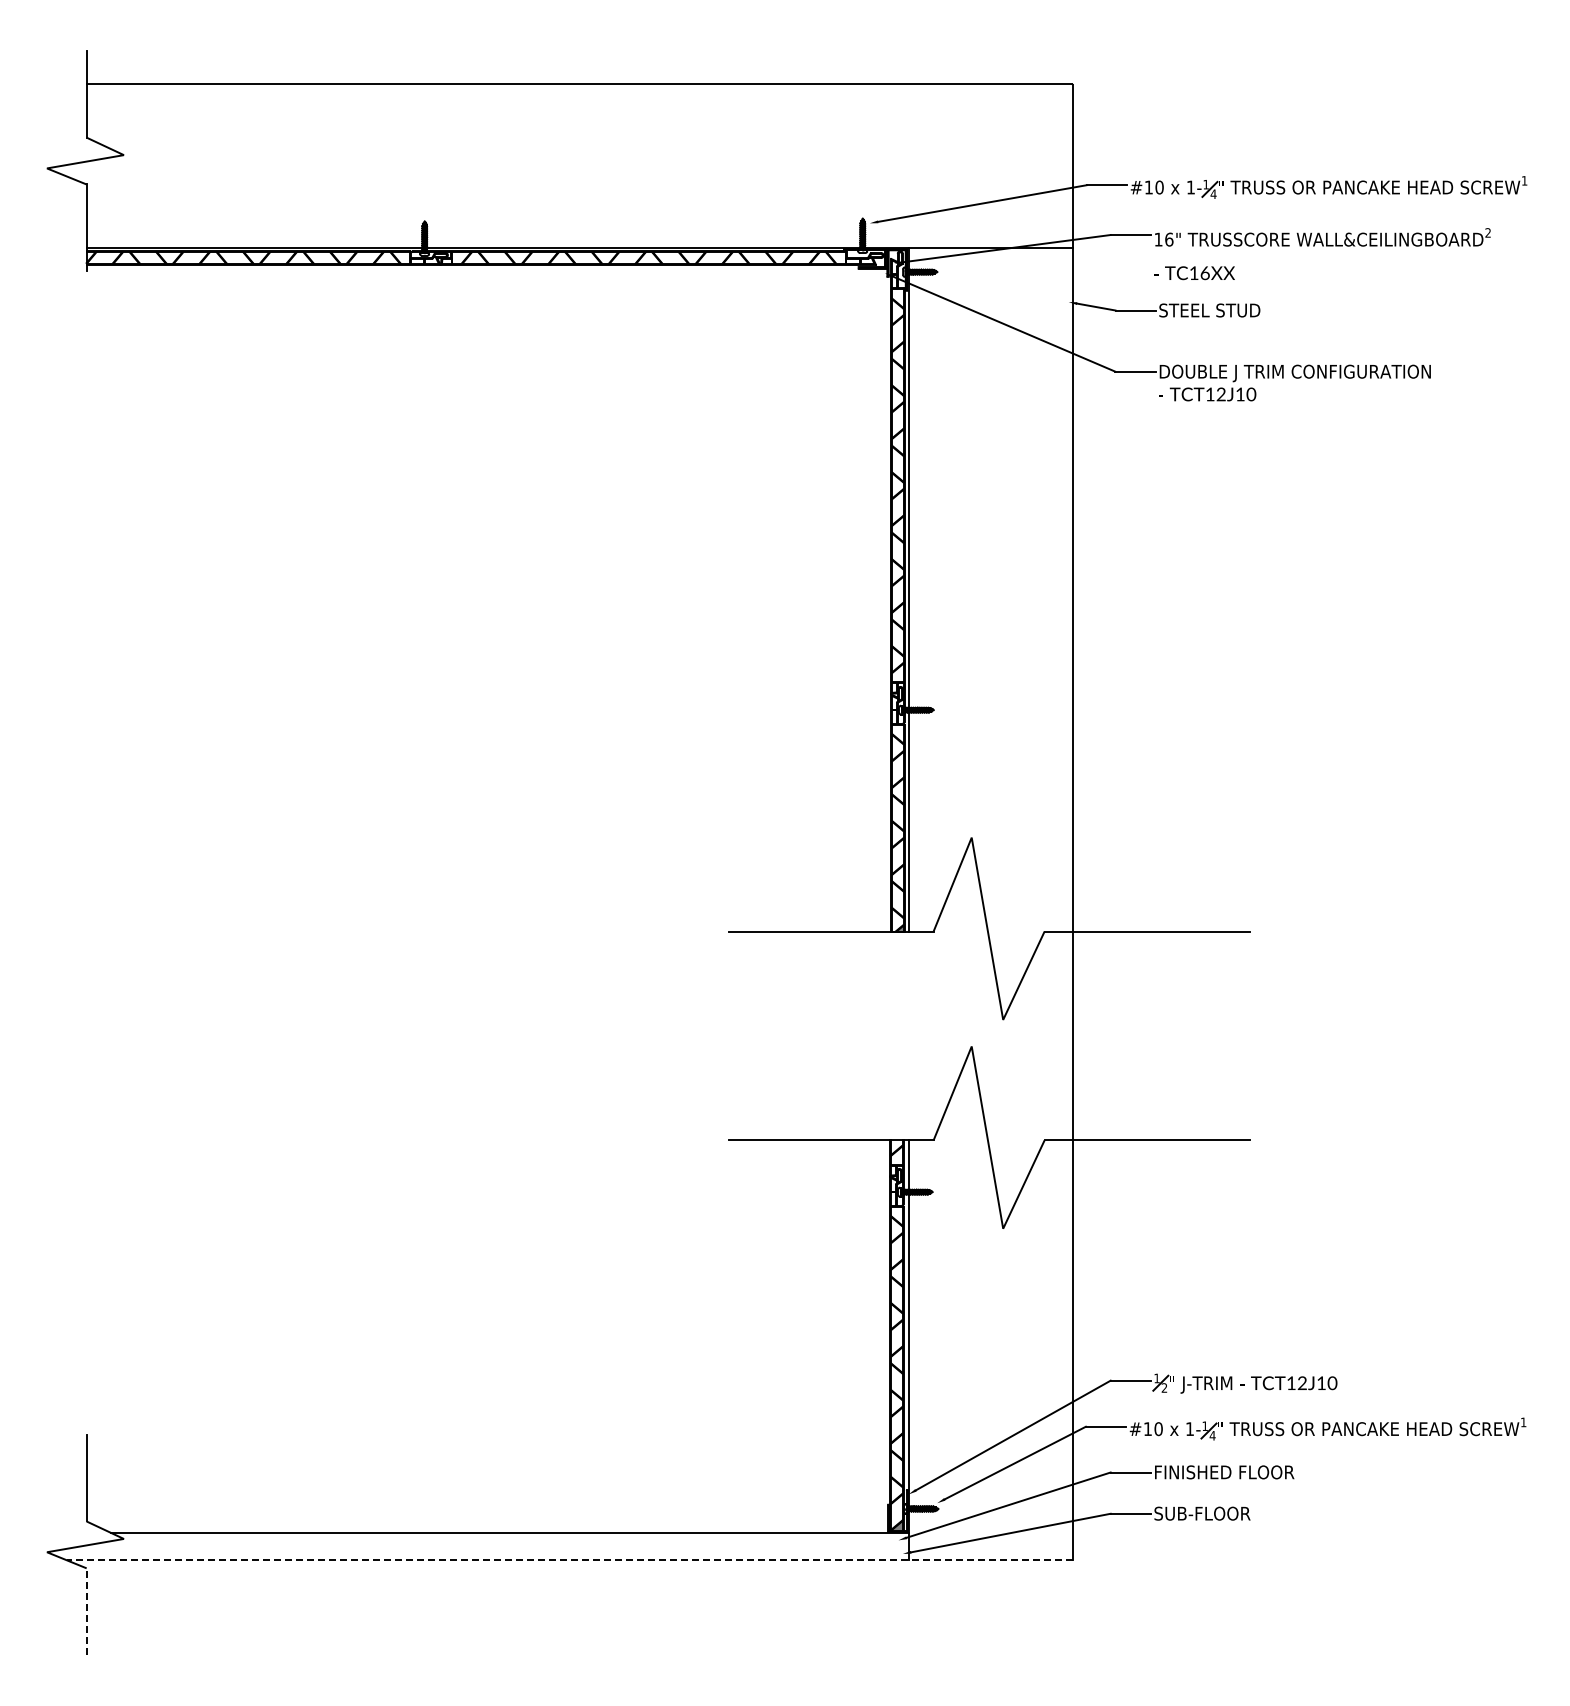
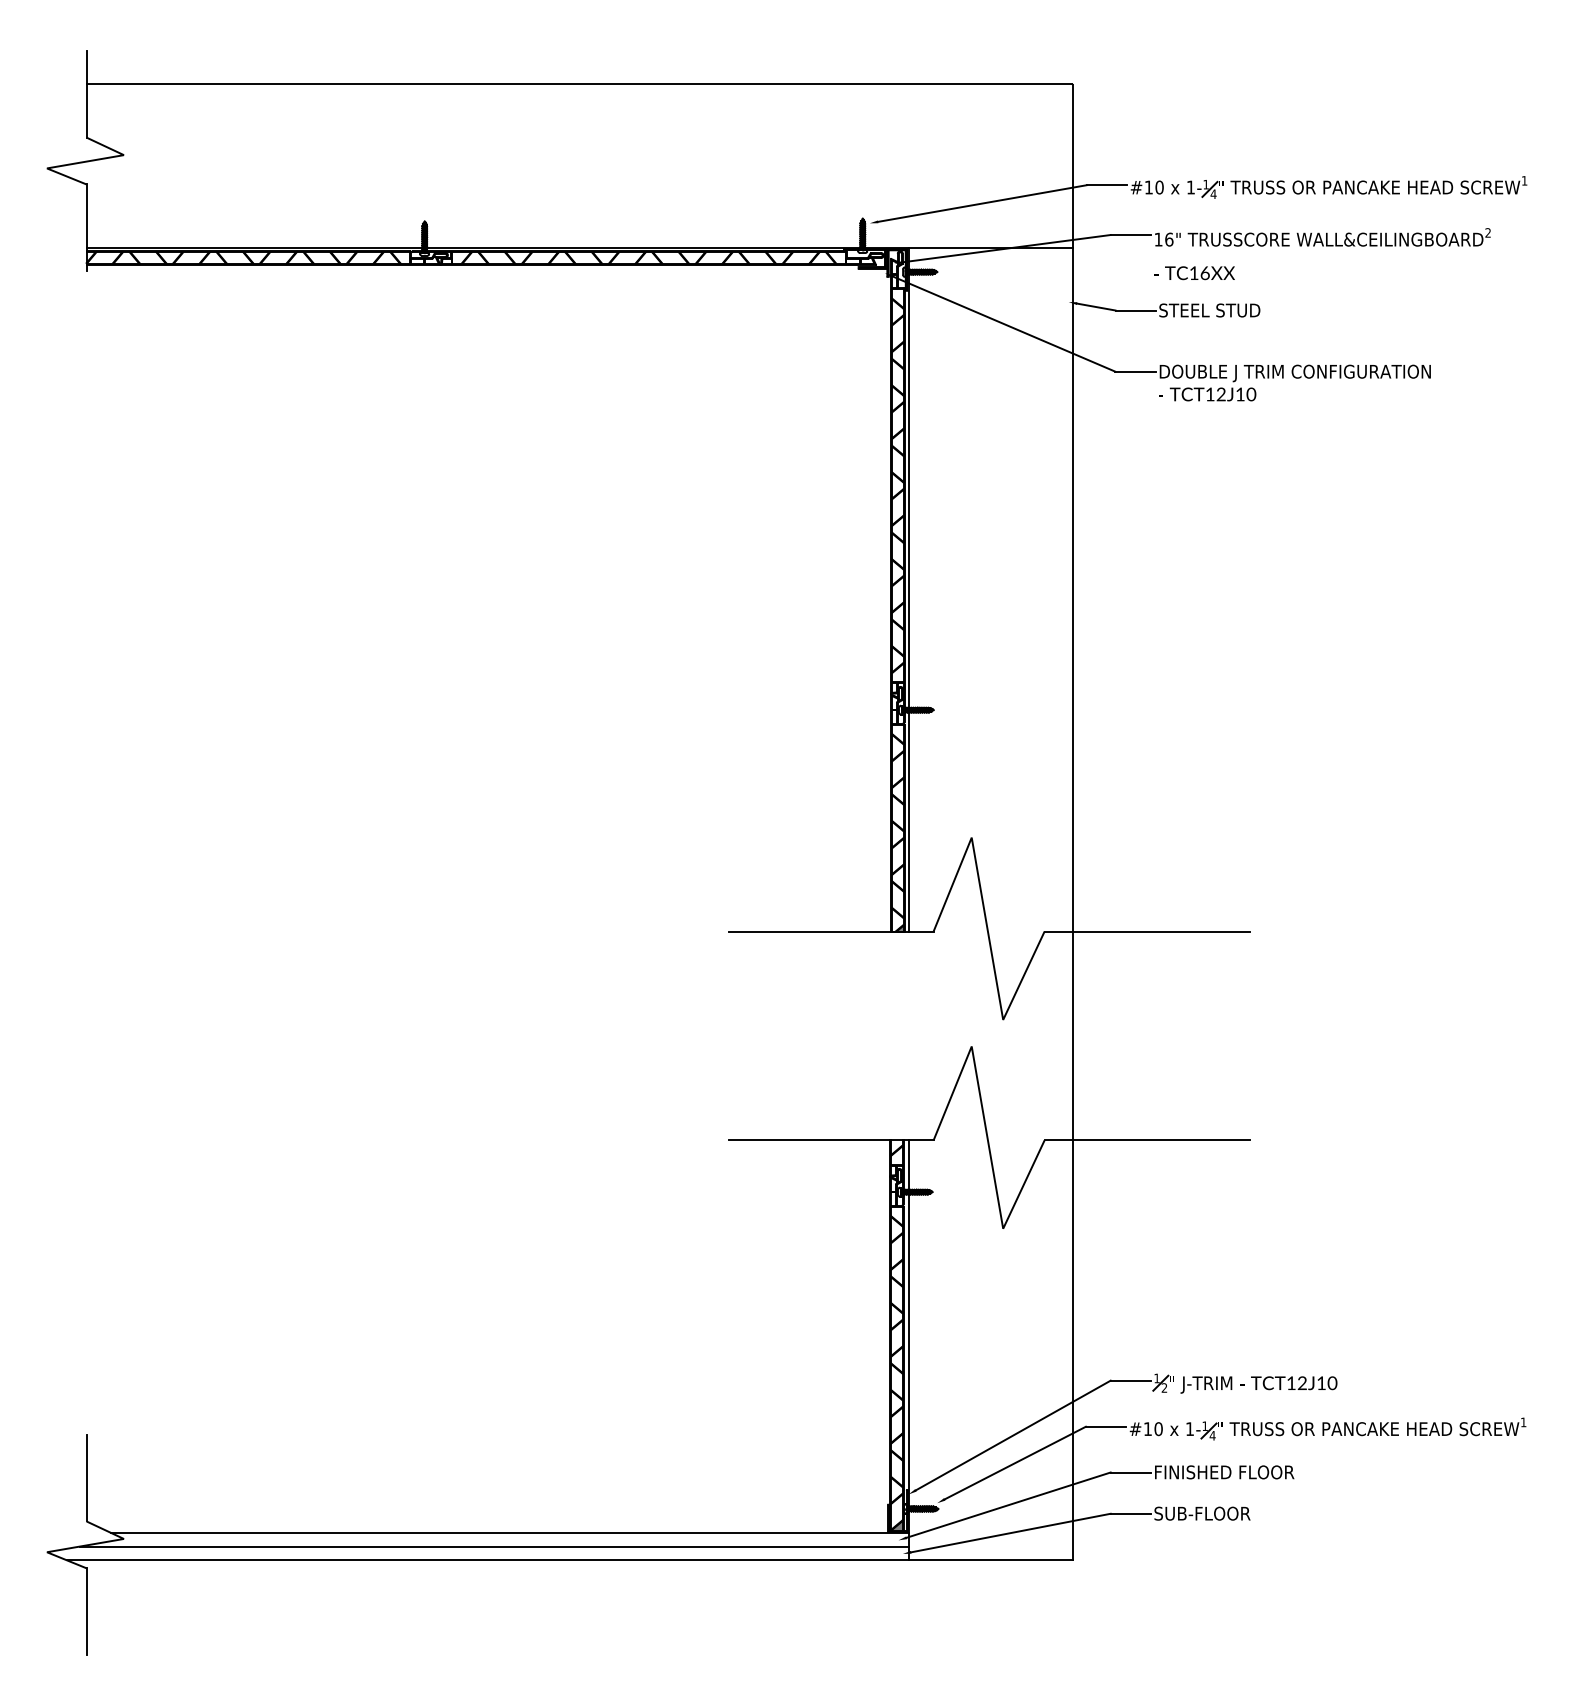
line at (494, 1546): none -> present
line at (569, 1560): dashed -> solid
line at (86, 1611): dashed -> solid
